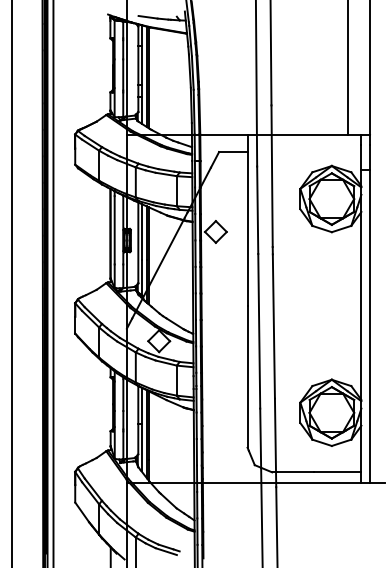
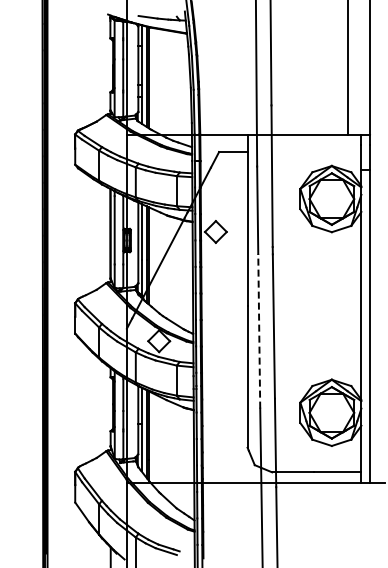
line at (11, 283): present -> none
line at (53, 283): present -> none
line at (259, 330): solid -> dashed
